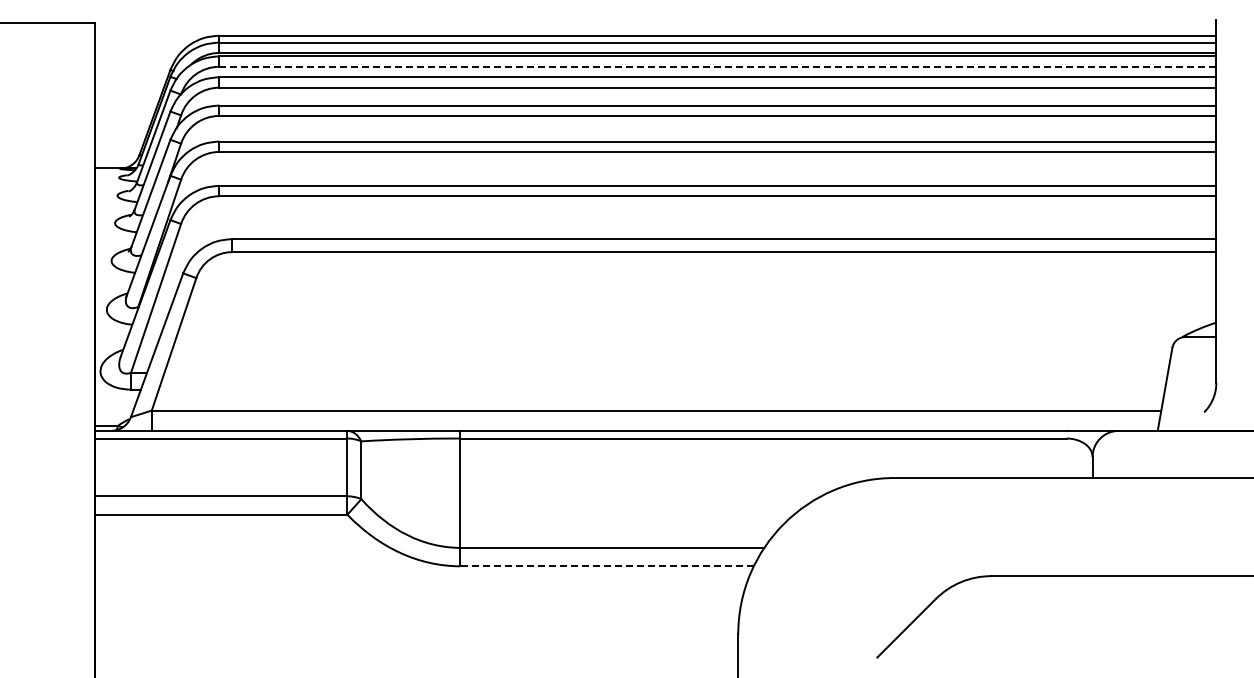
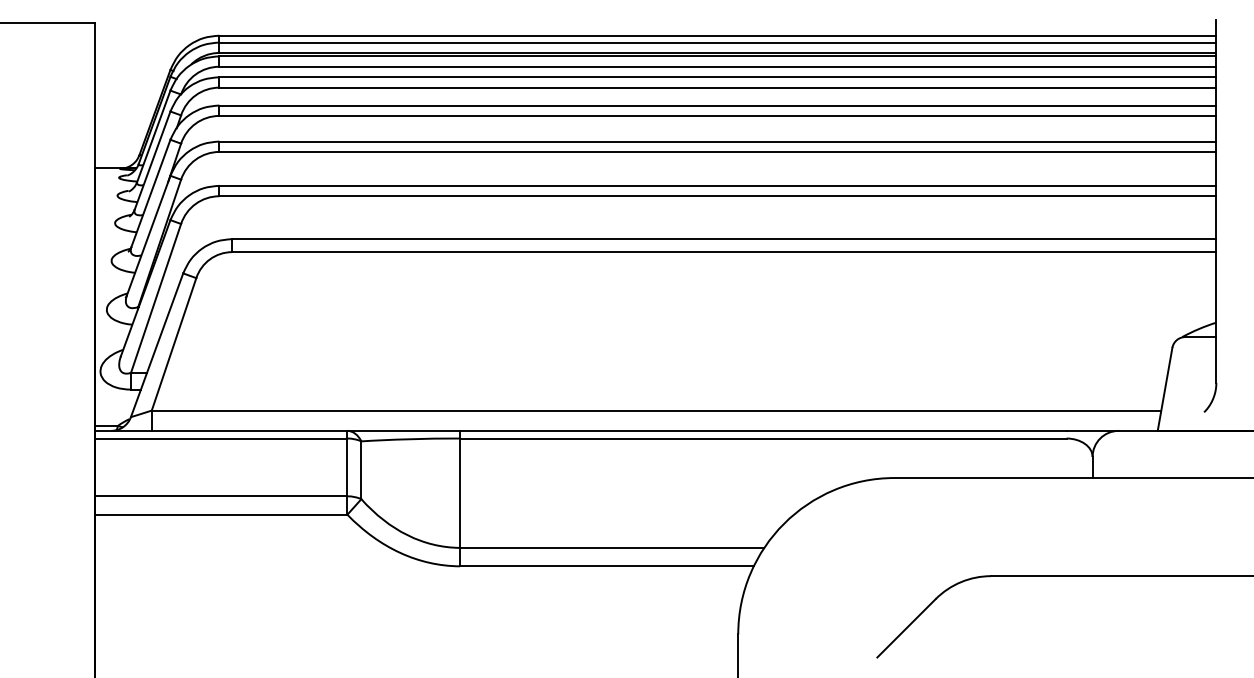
line at (717, 66): dashed -> solid
line at (606, 566): dashed -> solid
